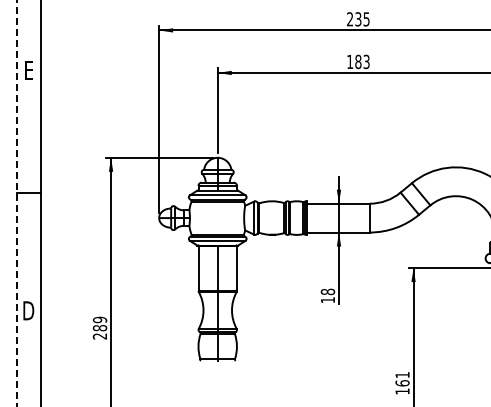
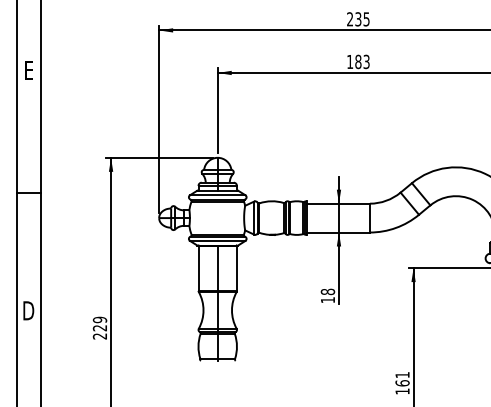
line at (16, 203): dashed -> solid
text at (100, 328): 289 -> 229
